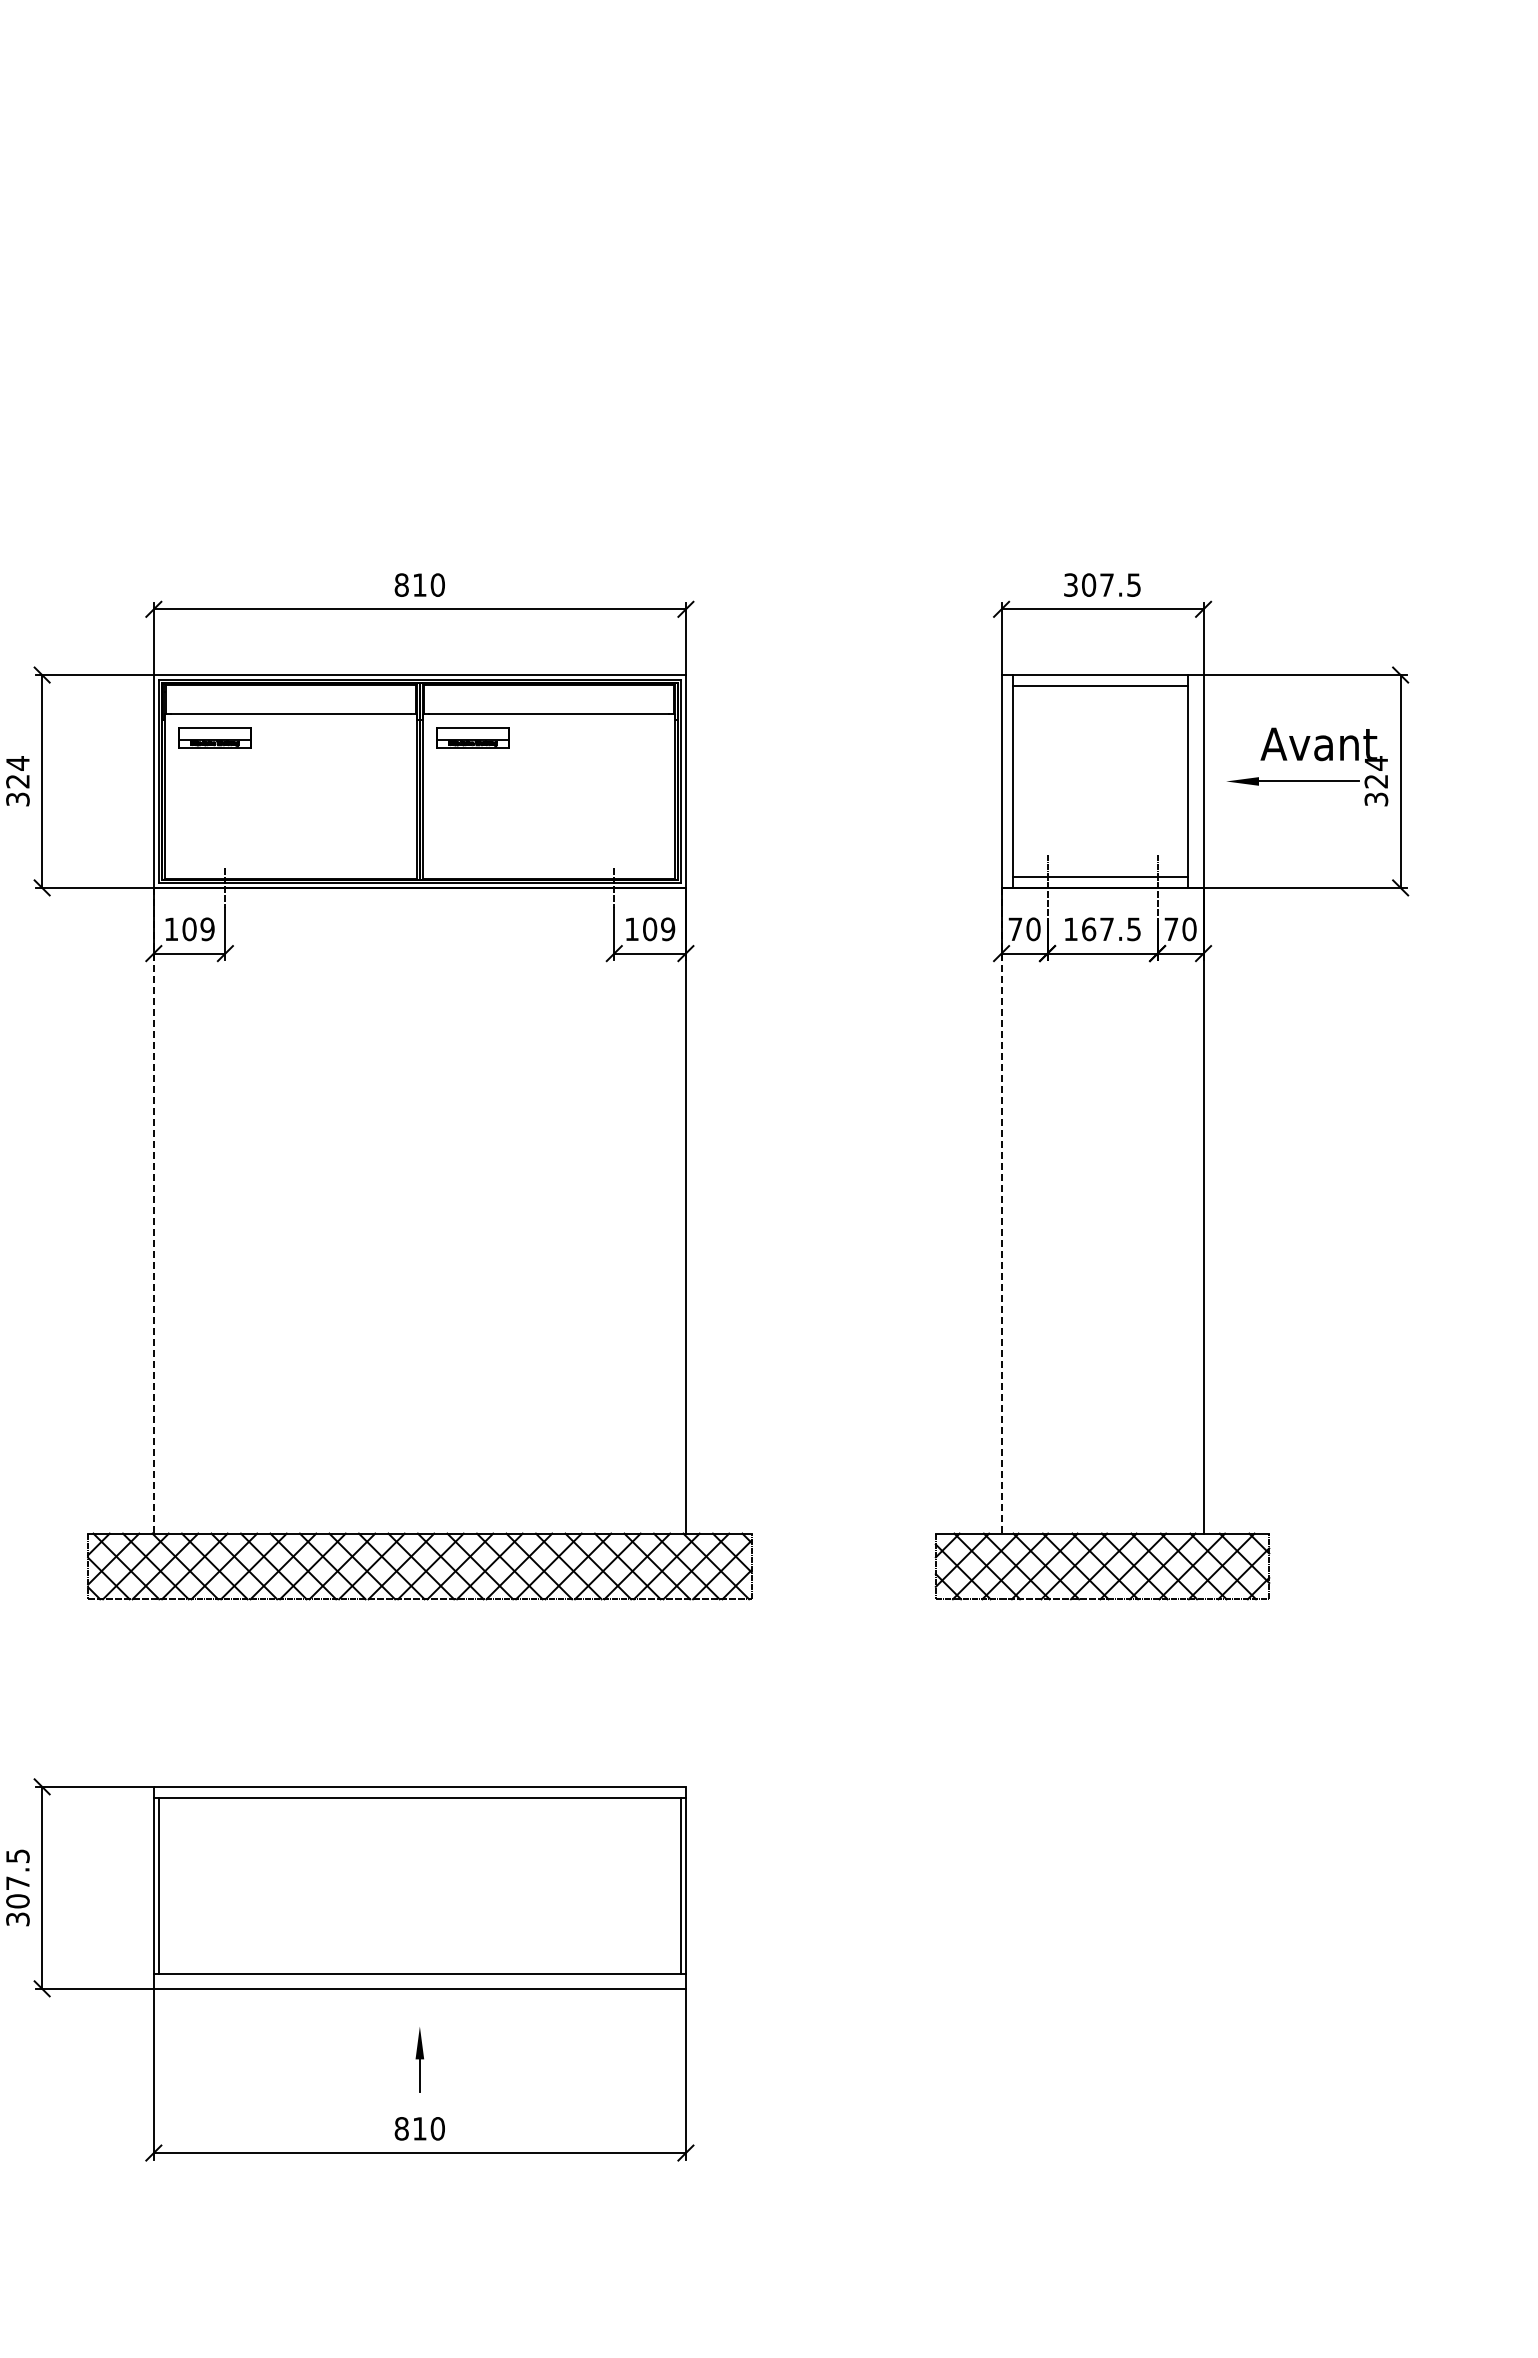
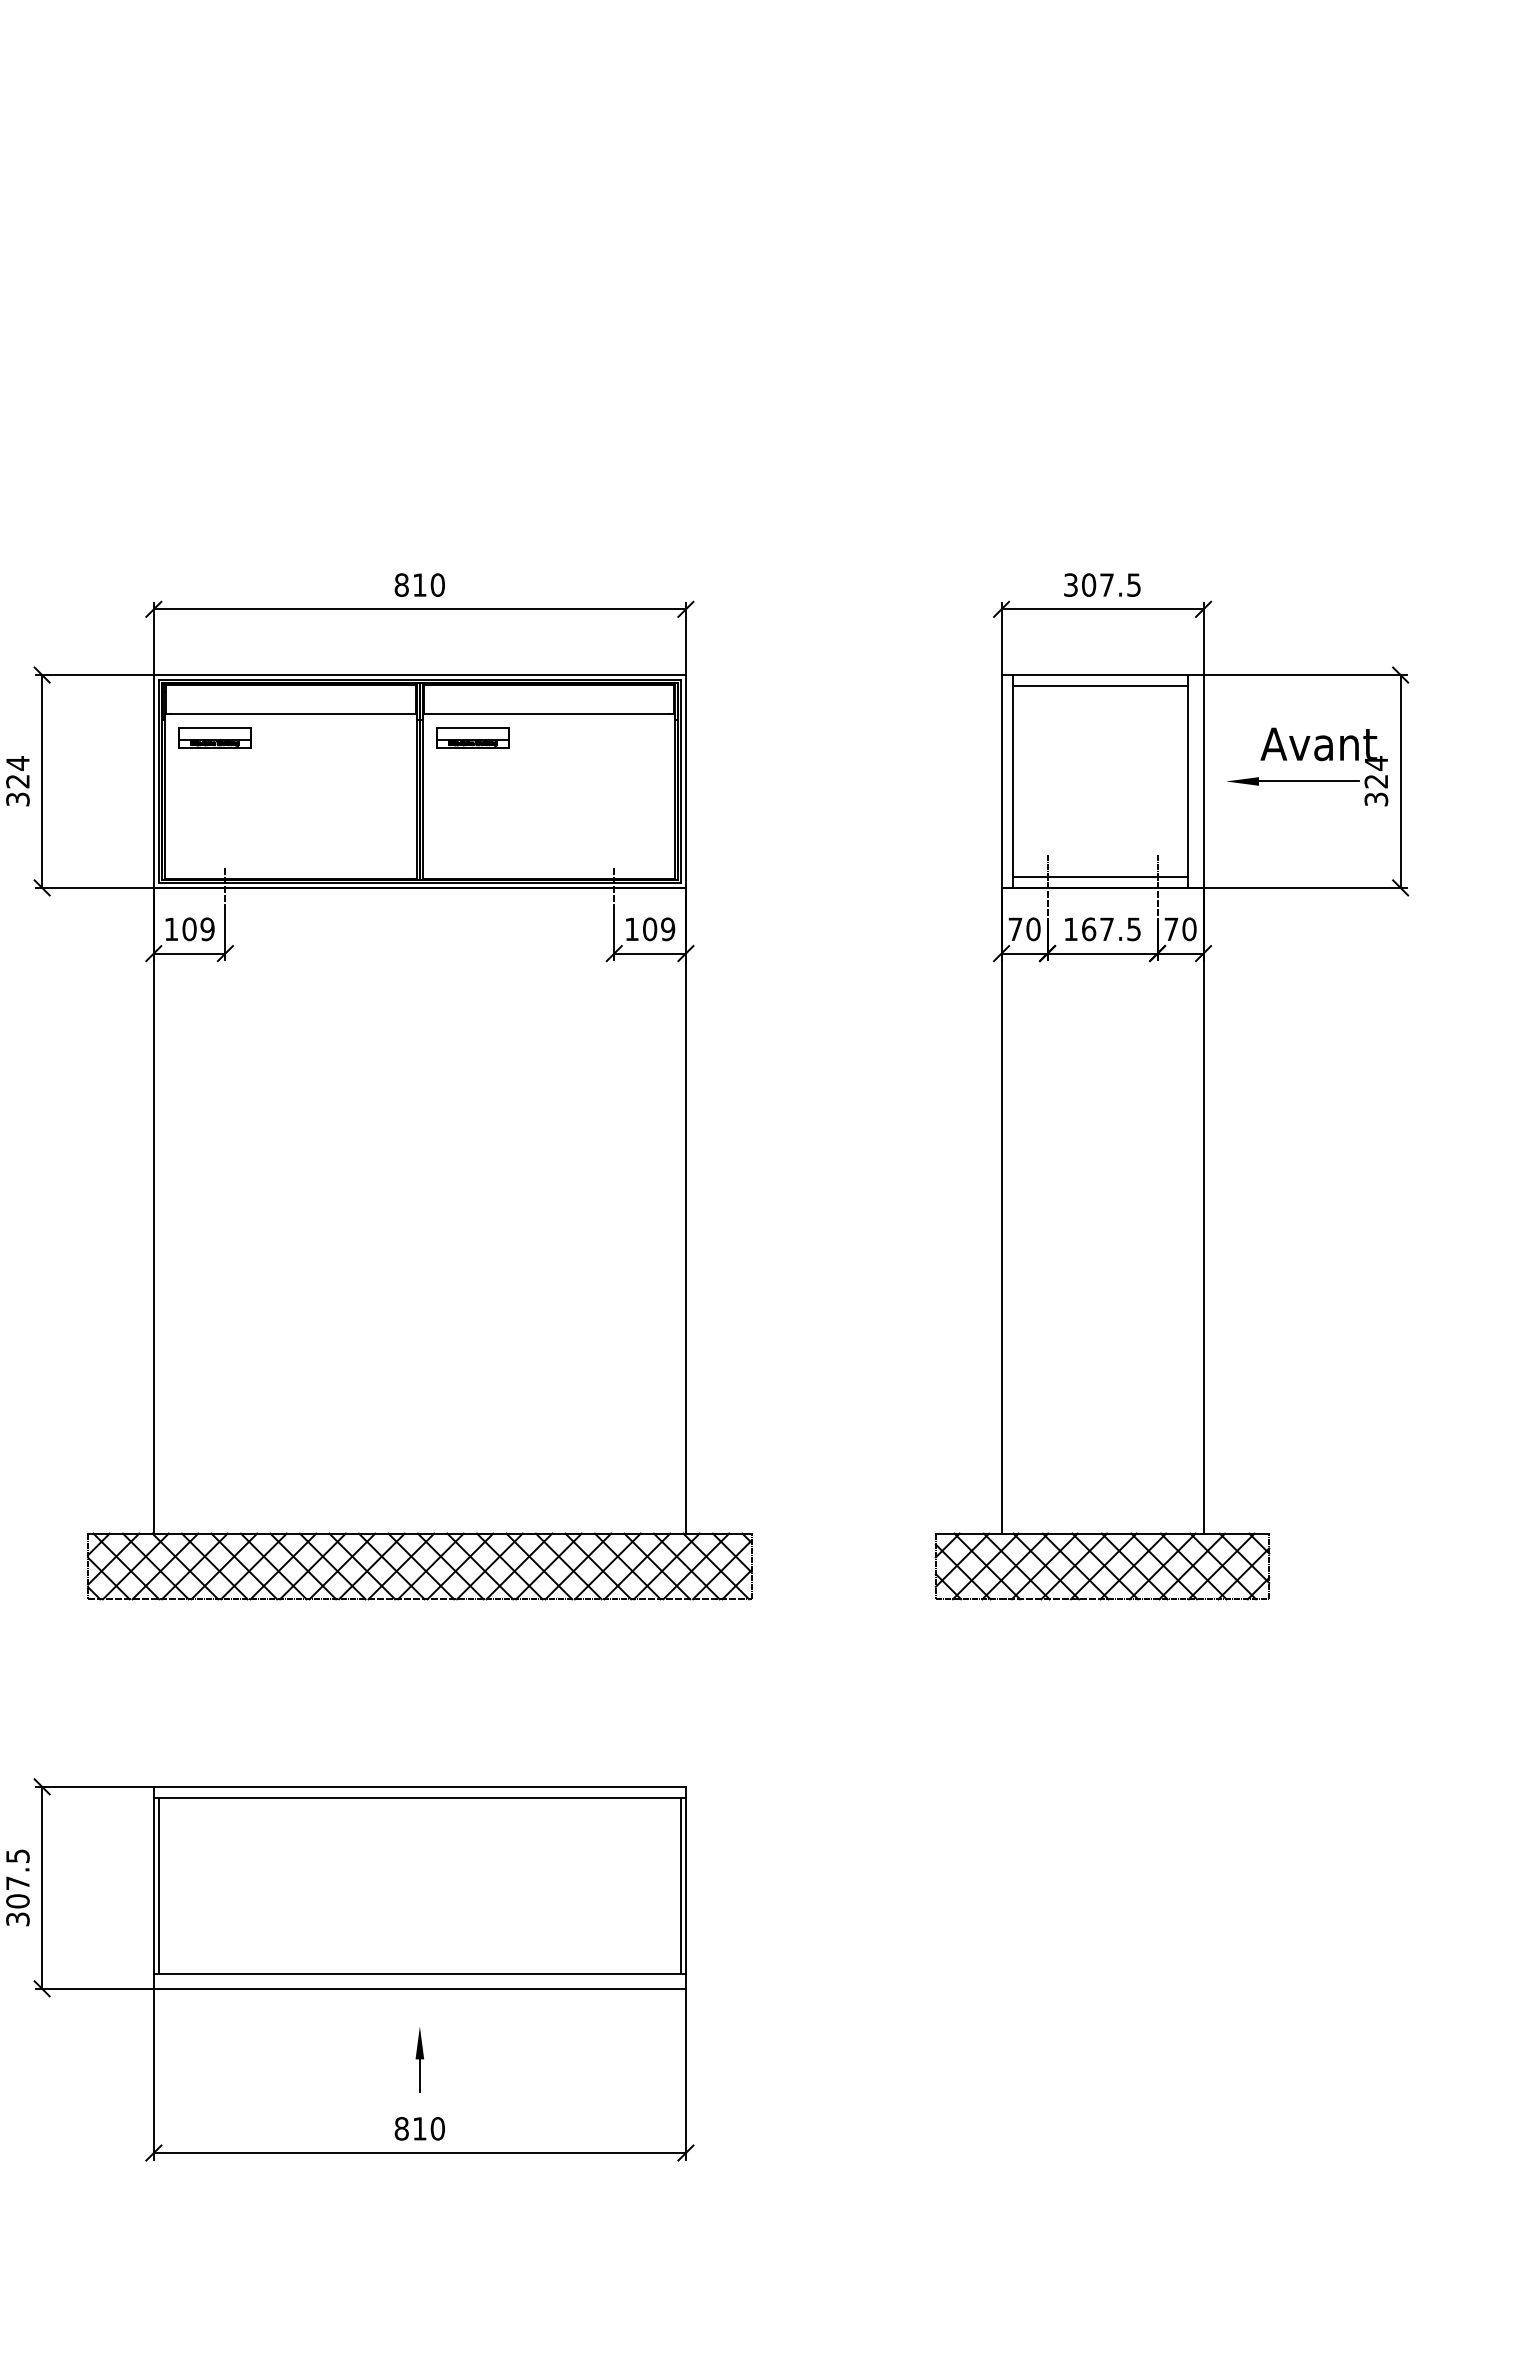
line at (153, 1210): dashed -> solid
line at (1001, 1210): dashed -> solid
